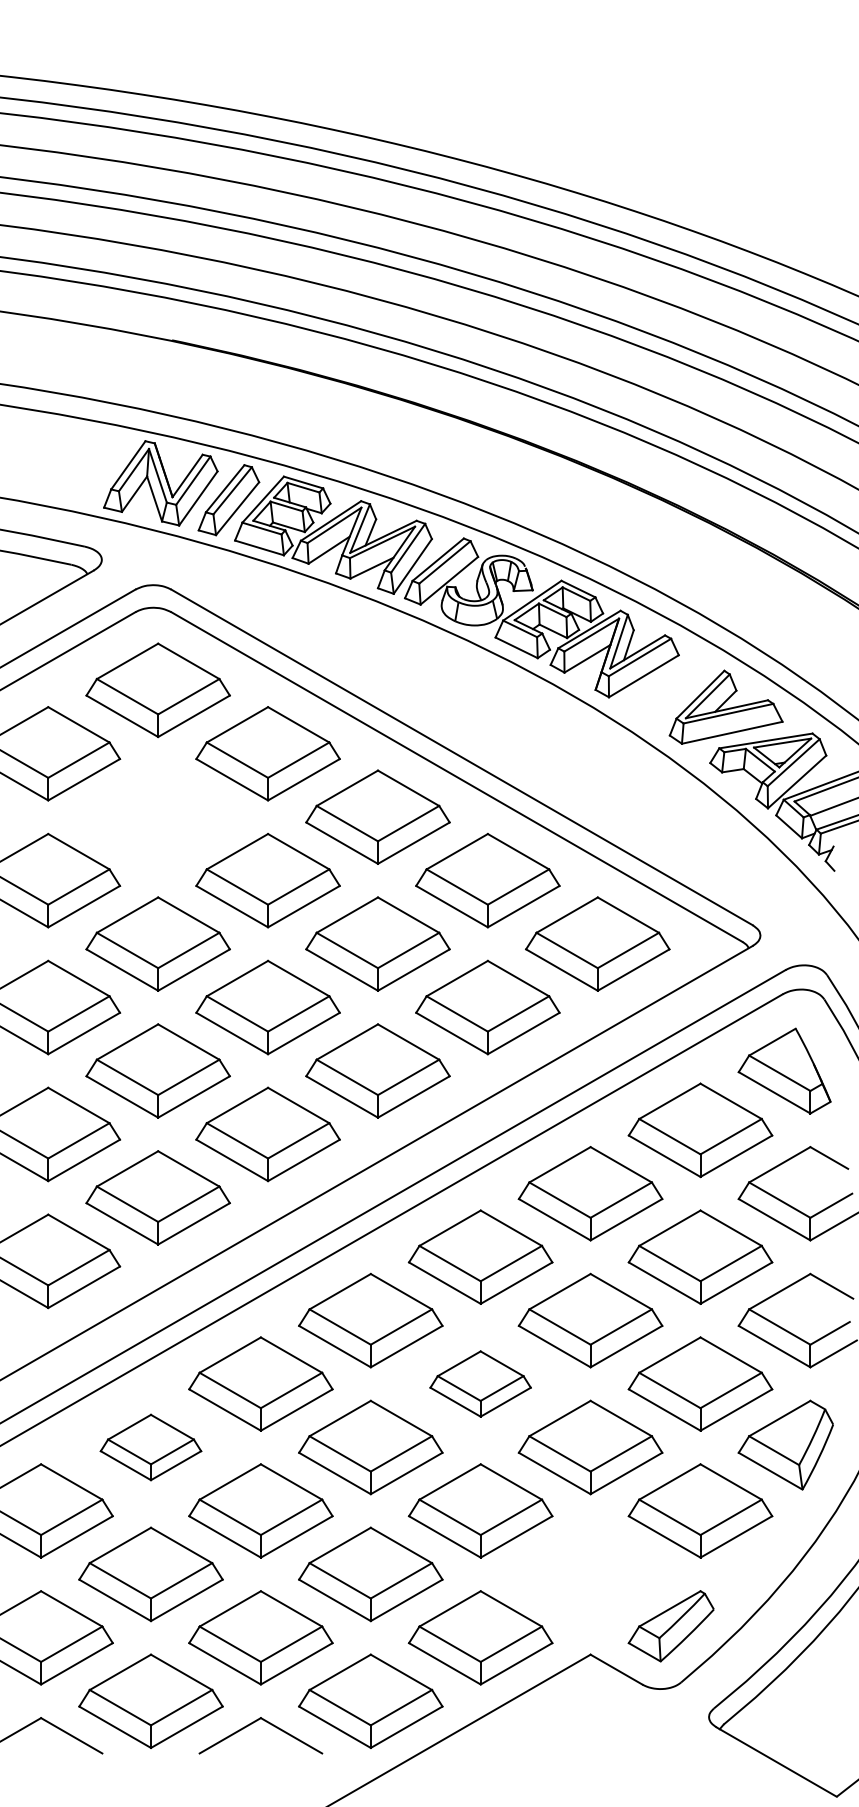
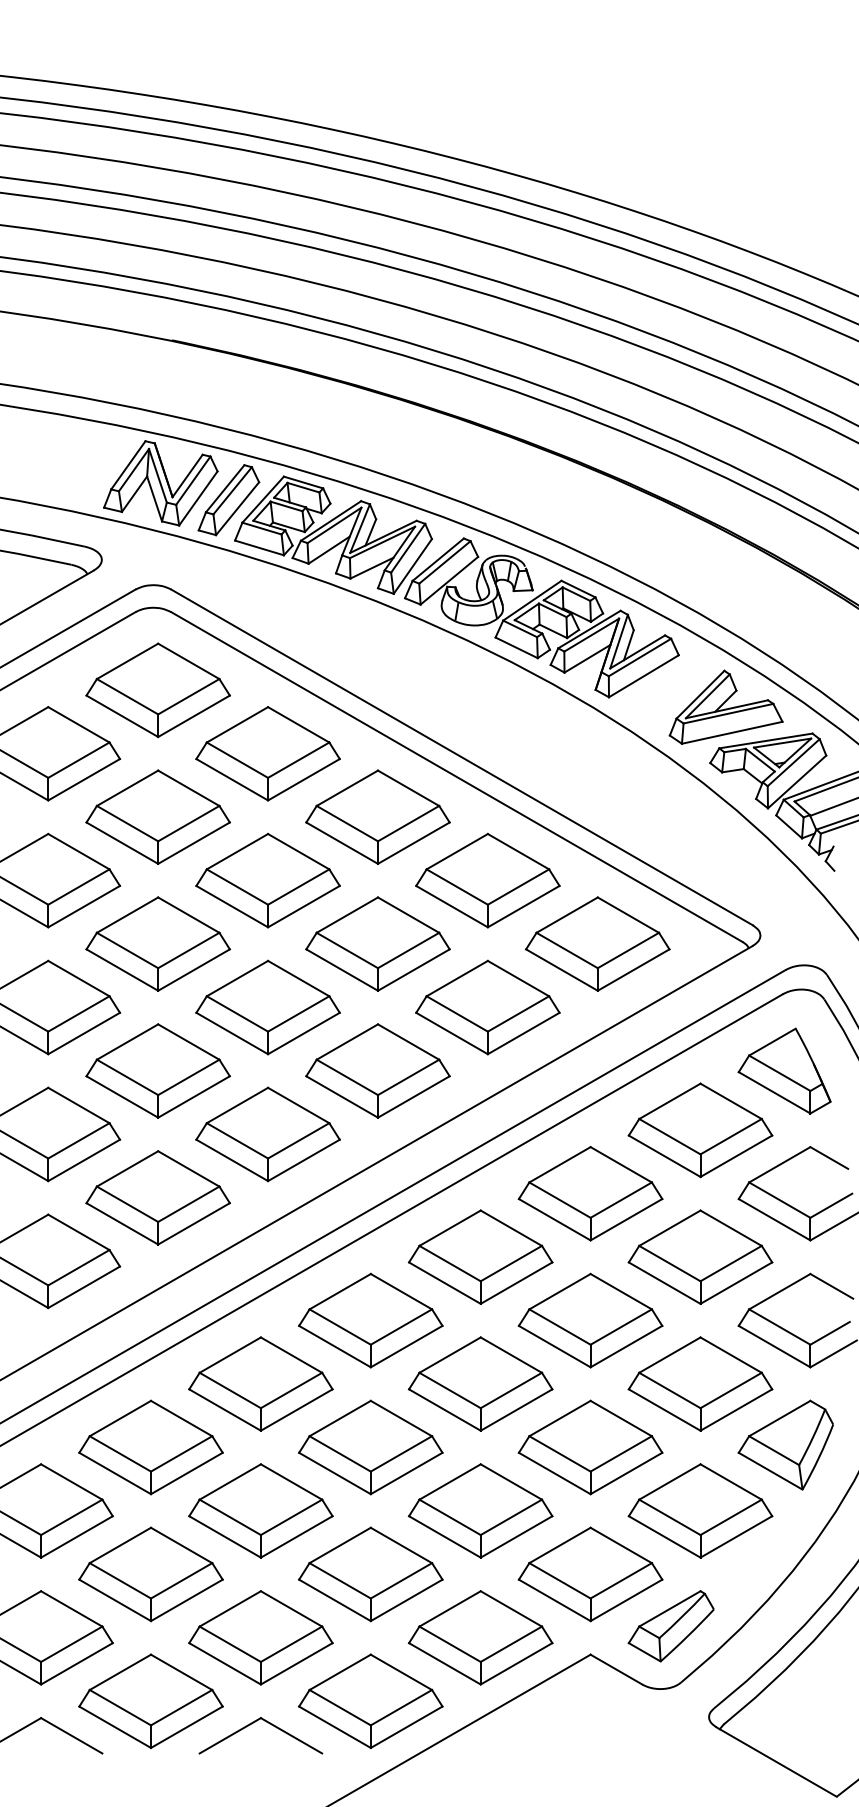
part at (157, 816): none -> present
part at (480, 1383) size: 103x68 px -> 147x96 px
part at (150, 1447) size: 104x69 px -> 146x97 px
part at (590, 1574): none -> present
